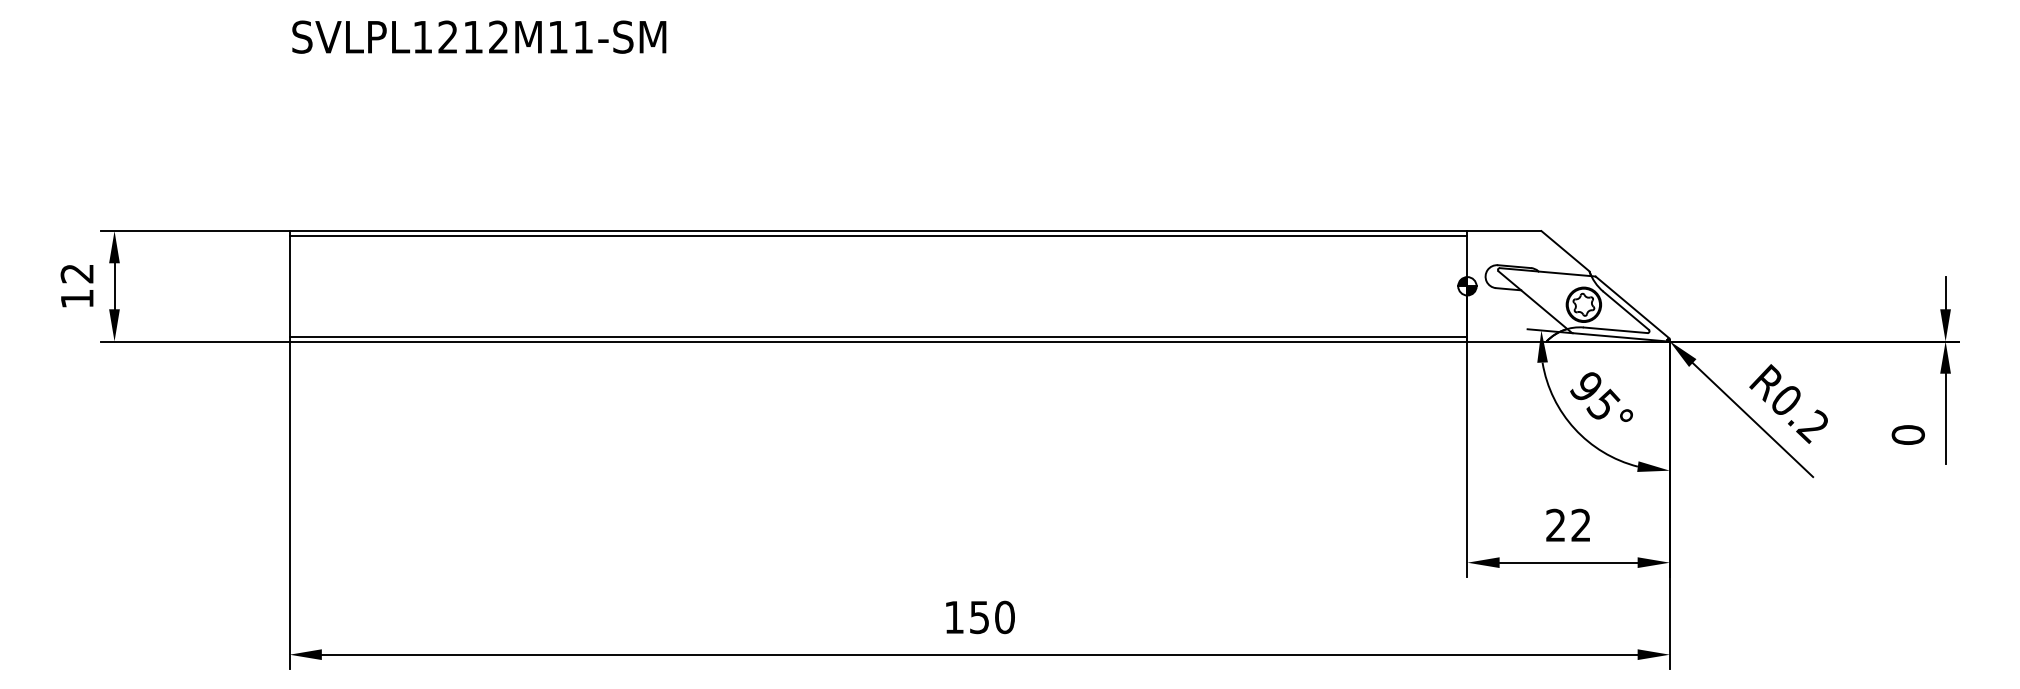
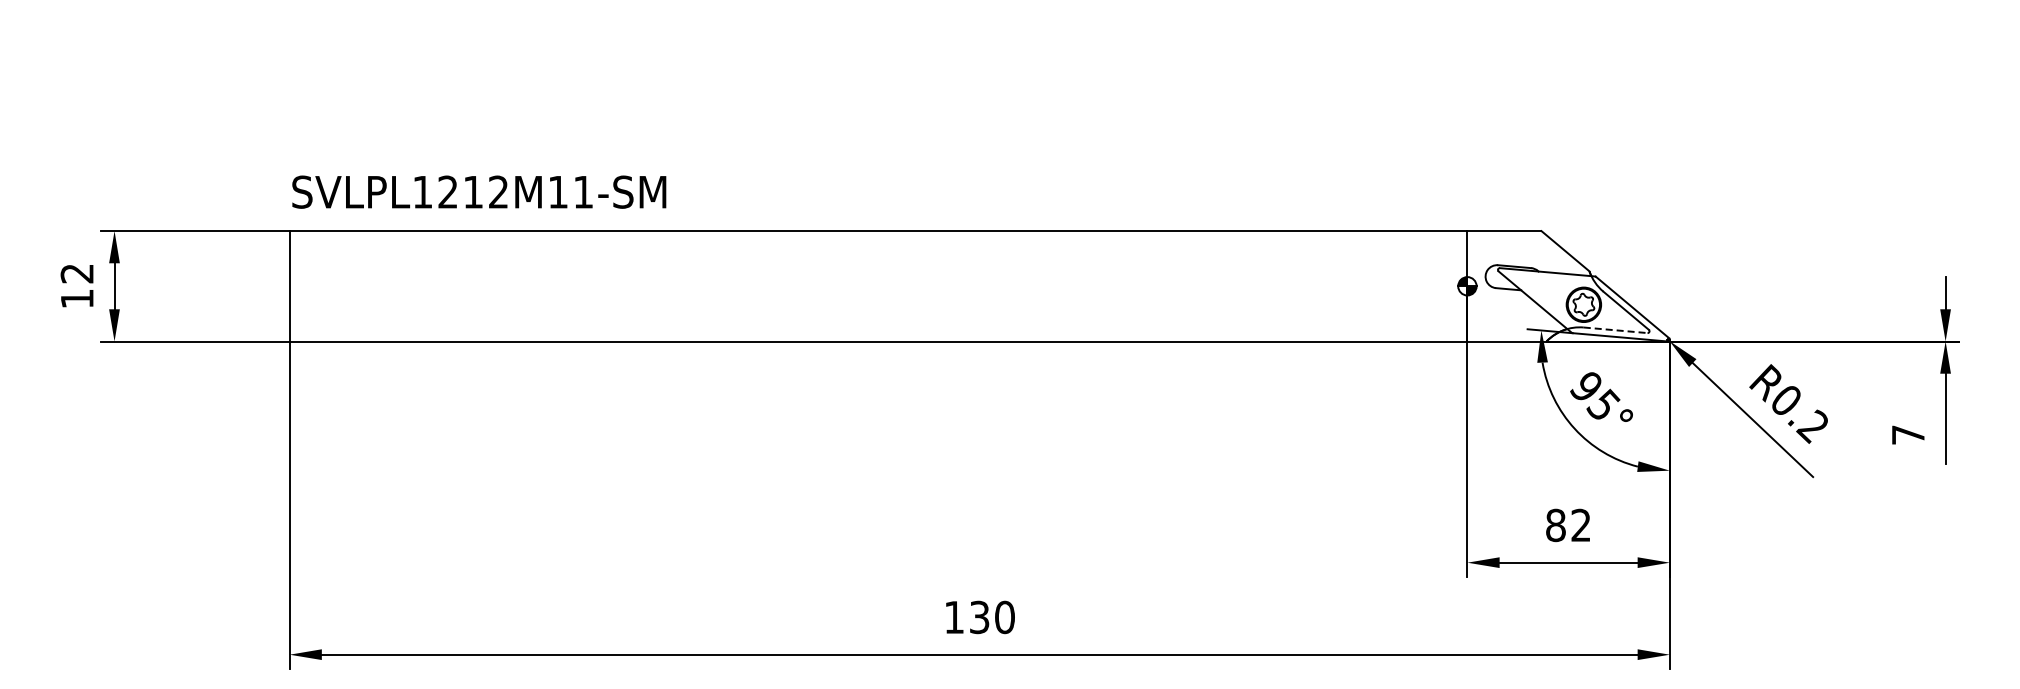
text at (479, 36) position: (479, 36) -> (479, 191)
line at (878, 235): present -> none
line at (1616, 330): solid -> dashed
line at (878, 336): present -> none
text at (1907, 434): 0 -> 7
text at (1555, 525): 22 -> 82
text at (979, 616): 150 -> 130
